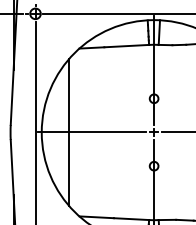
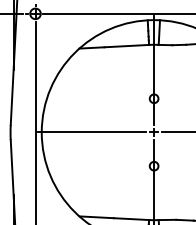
line at (69, 132): present -> none
